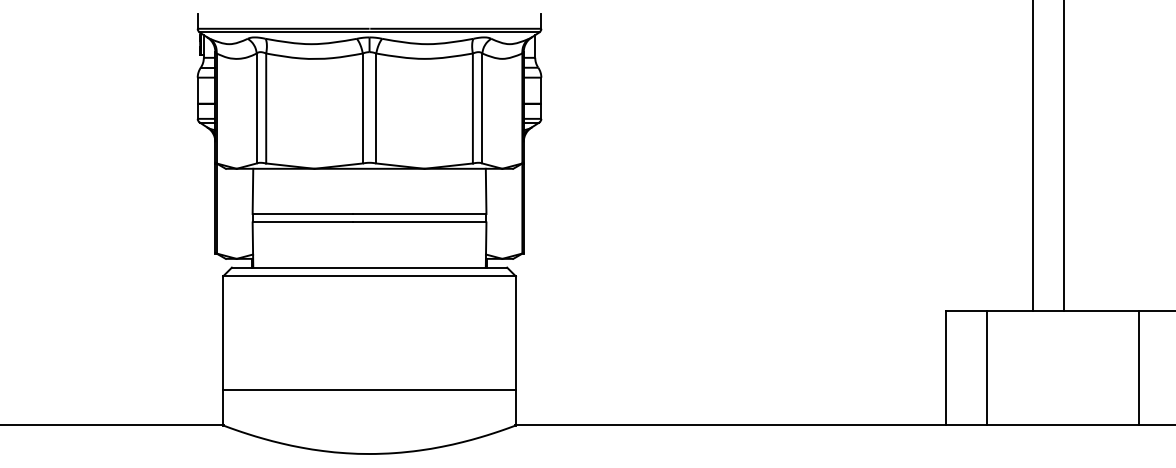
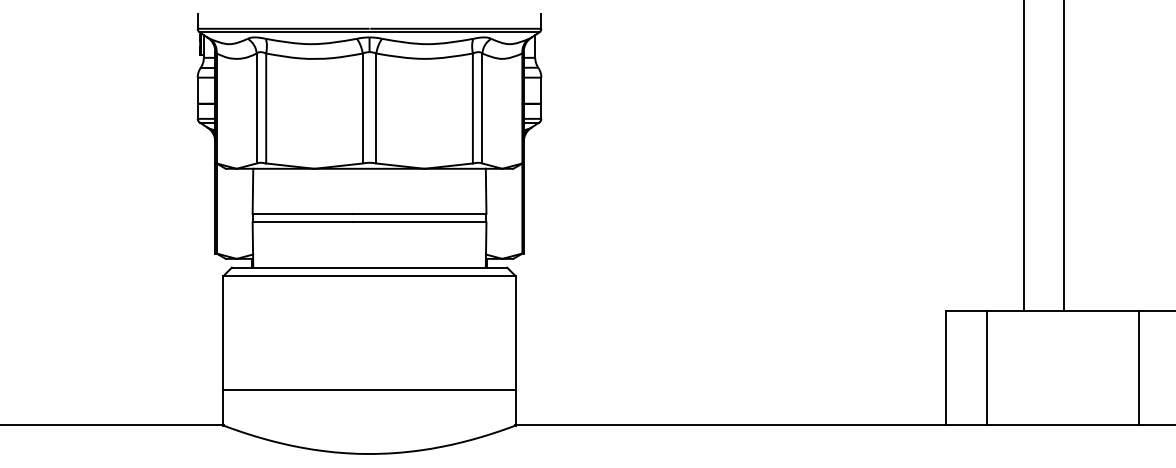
line at (1032, 156) position: (1032, 156) -> (1023, 156)
